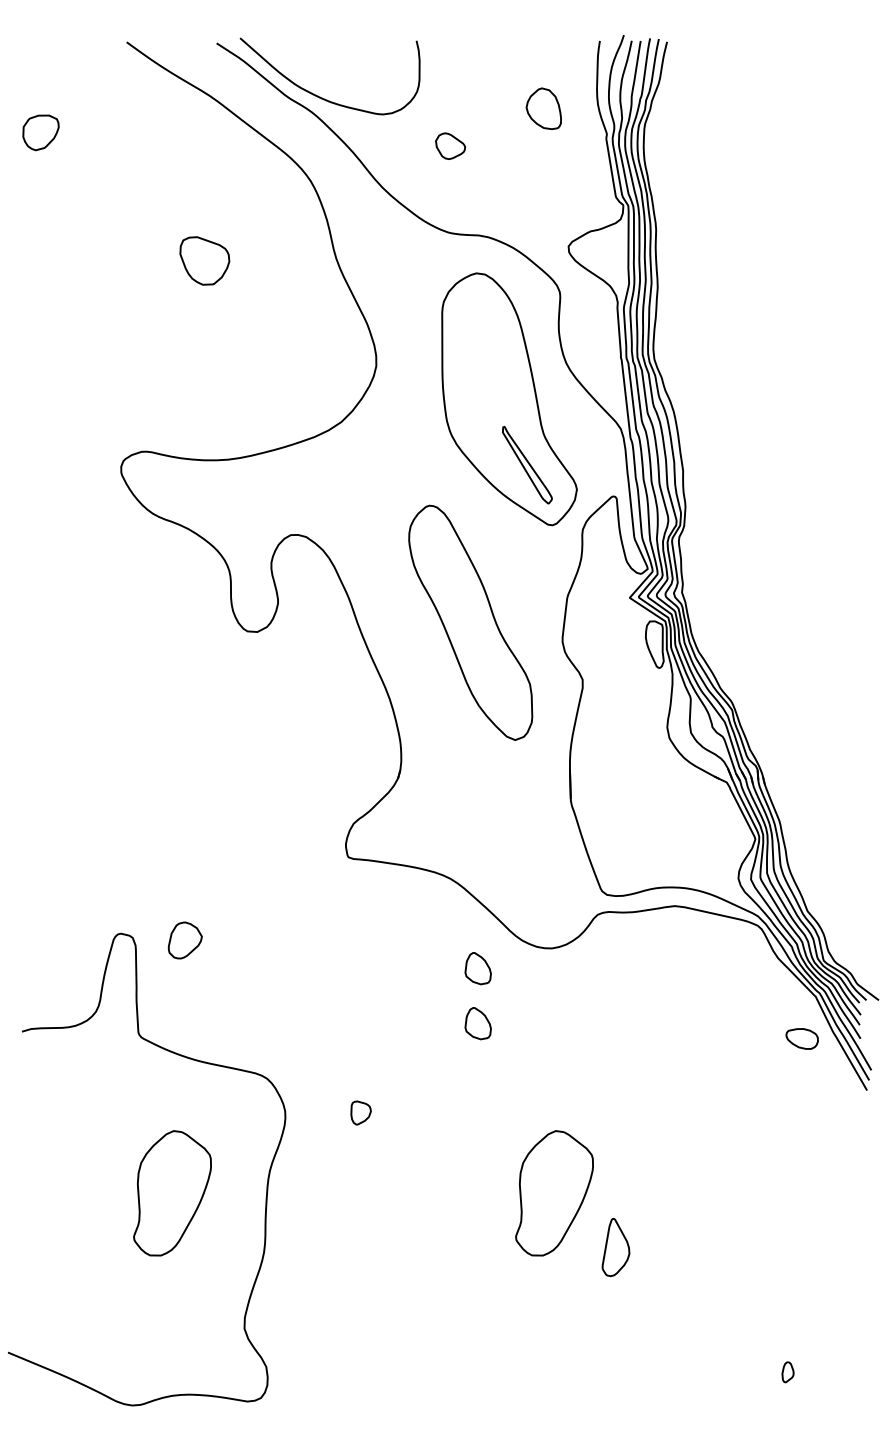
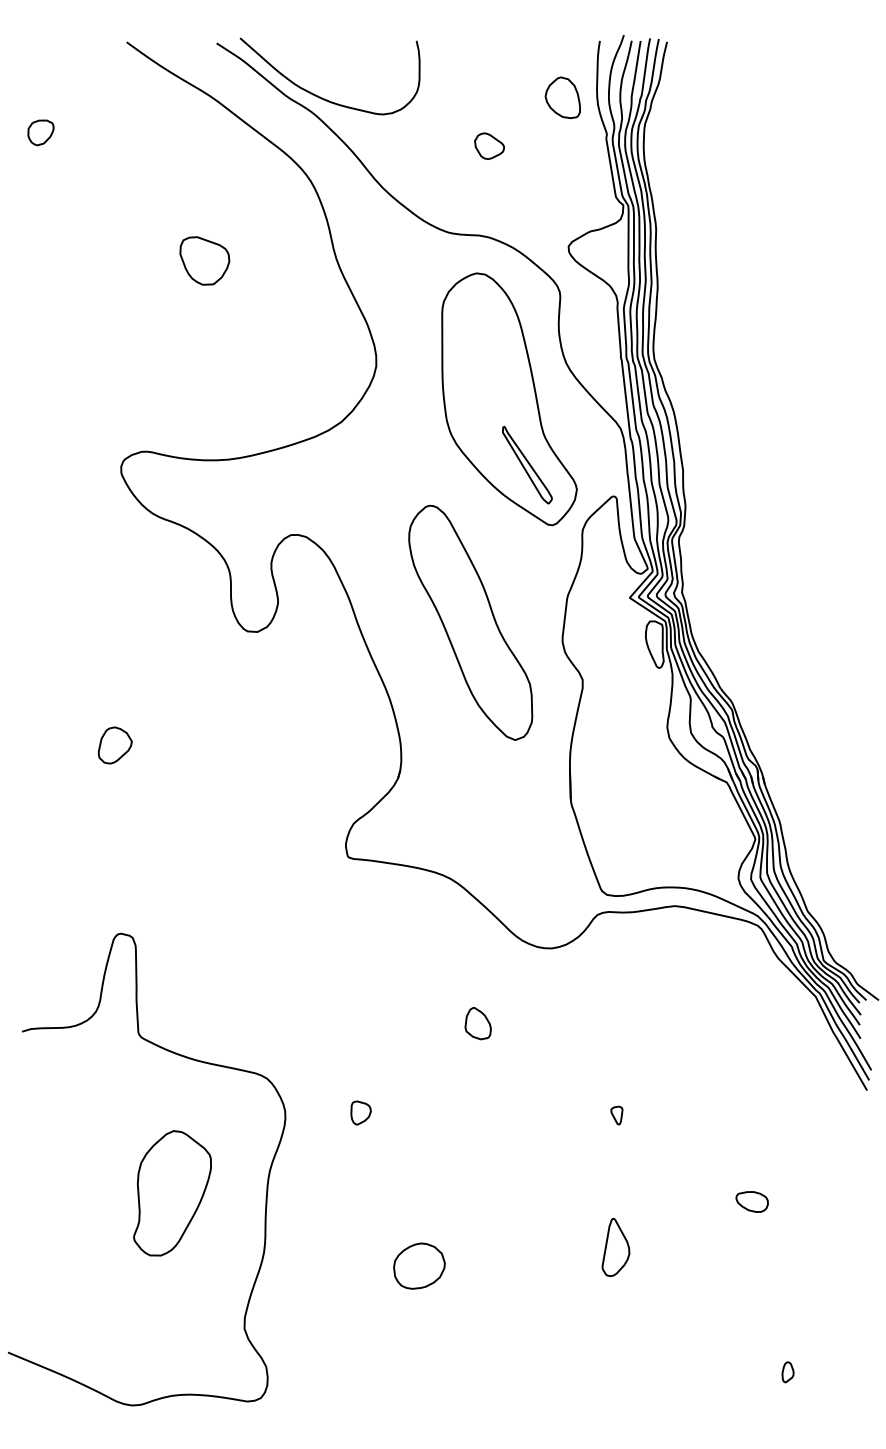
part at (543, 108) position: (543, 108) -> (562, 97)
part at (40, 132) size: 38x38 px -> 28x28 px
part at (450, 145) position: (450, 145) -> (489, 145)
part at (184, 940) position: (184, 940) -> (114, 745)
part at (477, 968): present -> none
part at (801, 1038) position: (801, 1038) -> (751, 1201)
part at (616, 1115): none -> present
part at (554, 1193): present -> none
part at (419, 1265): none -> present
